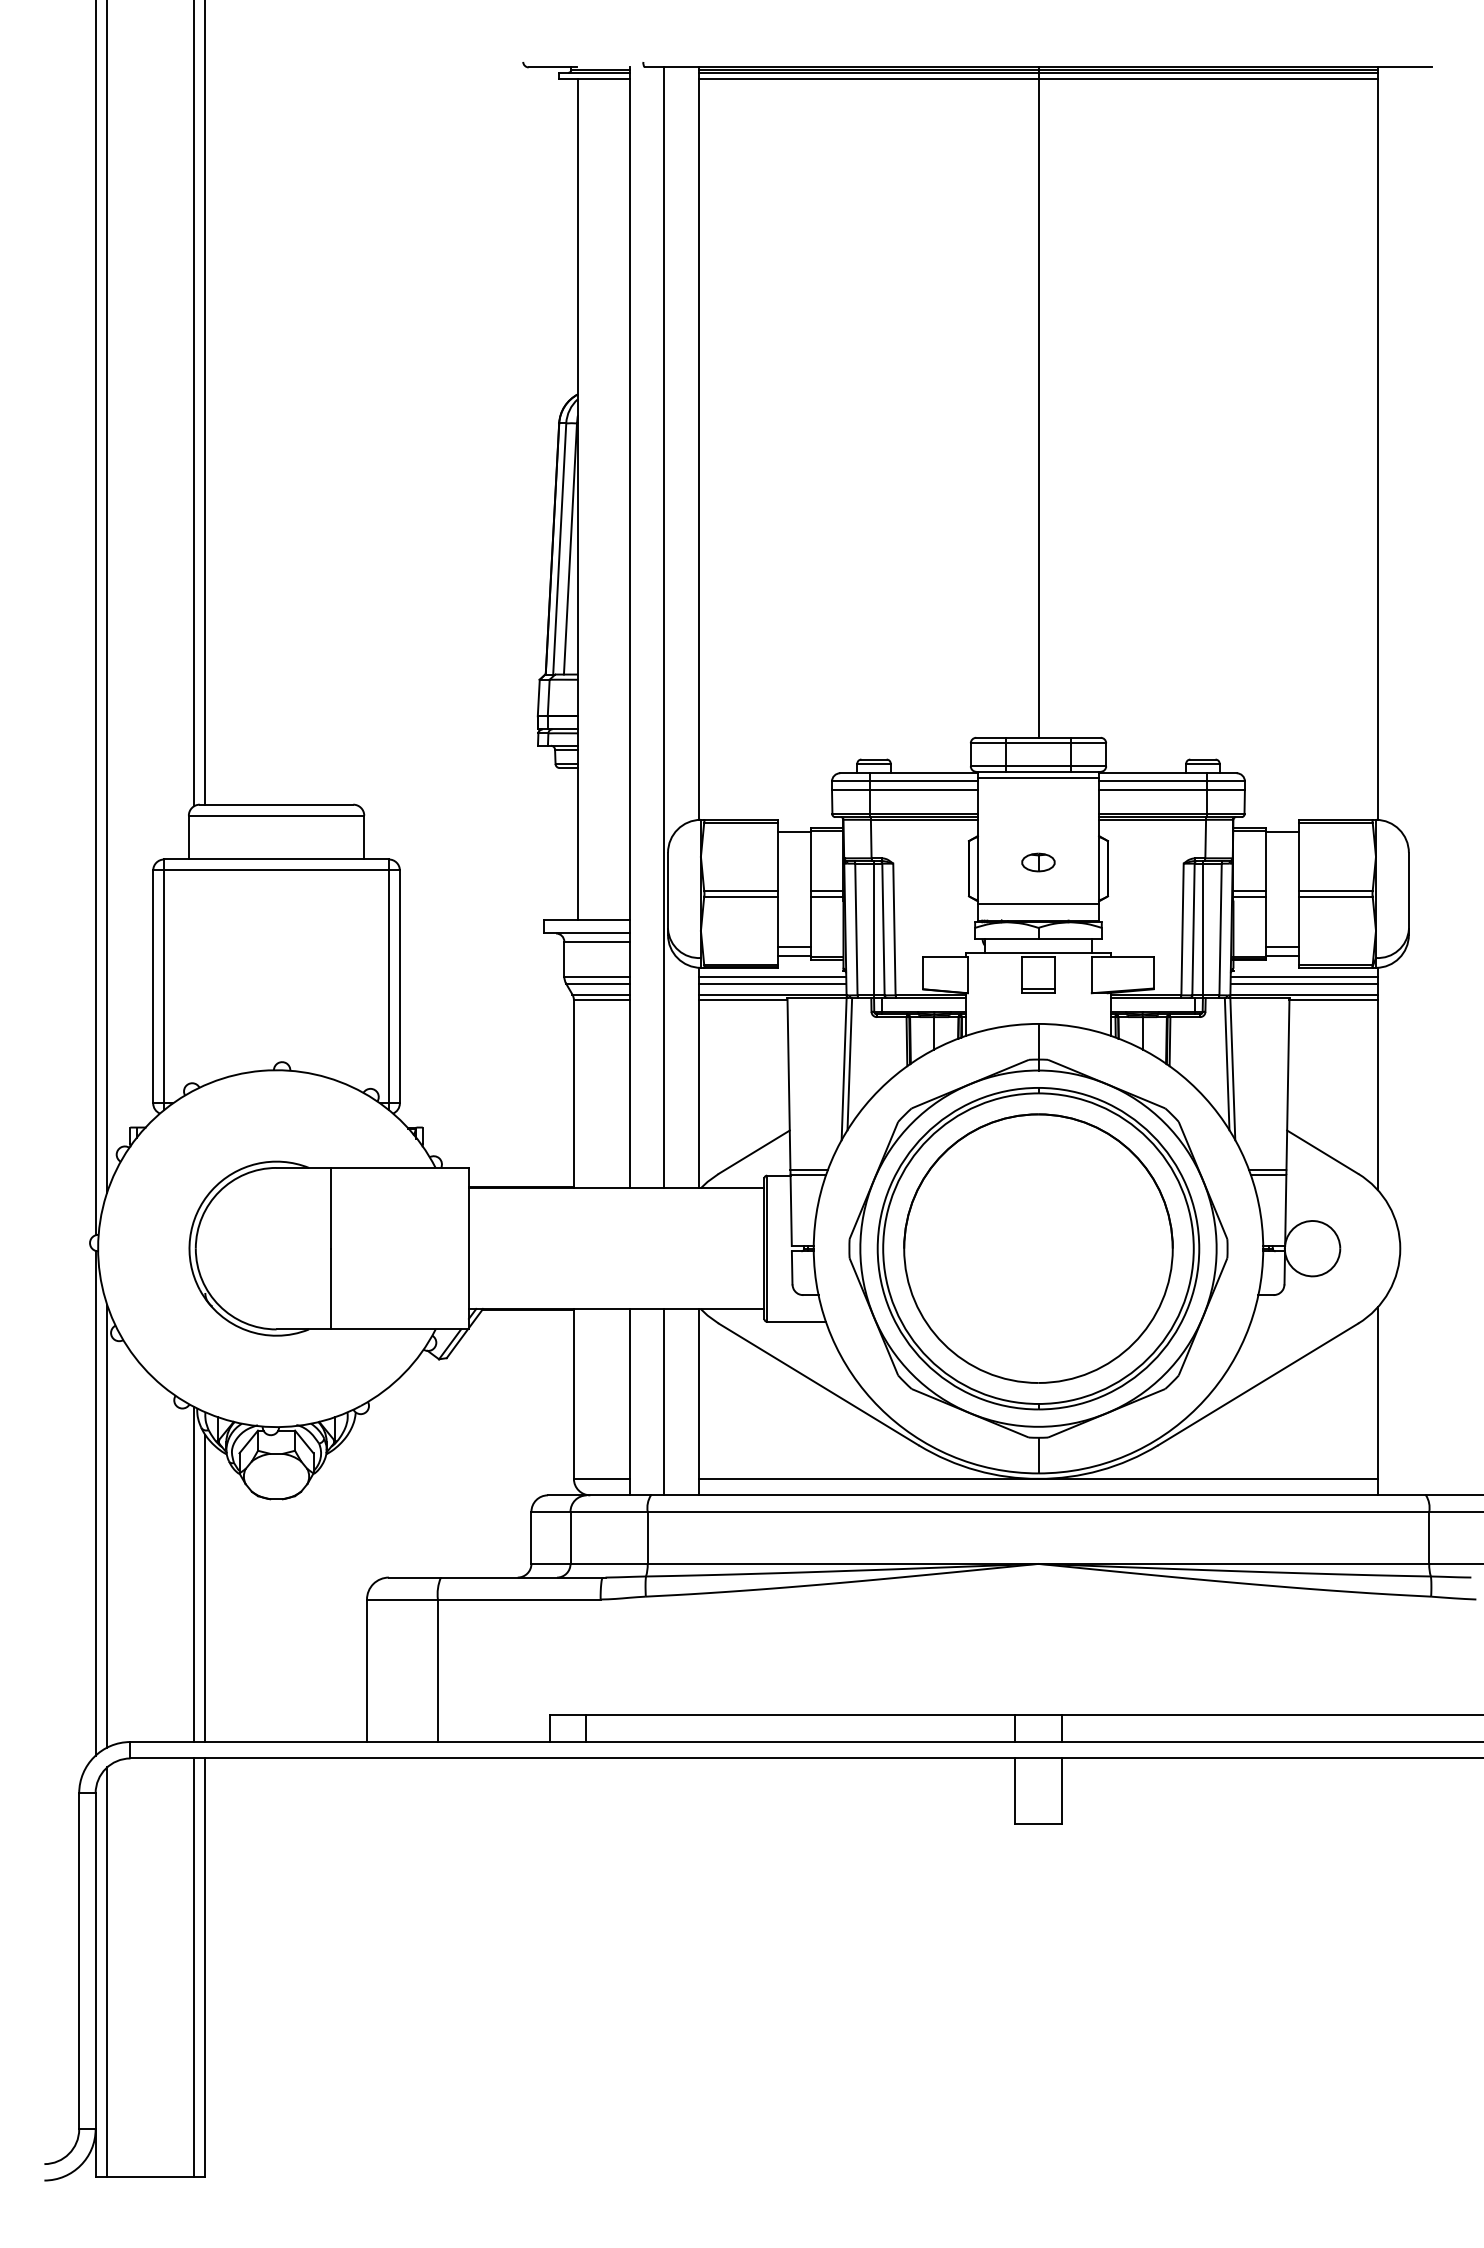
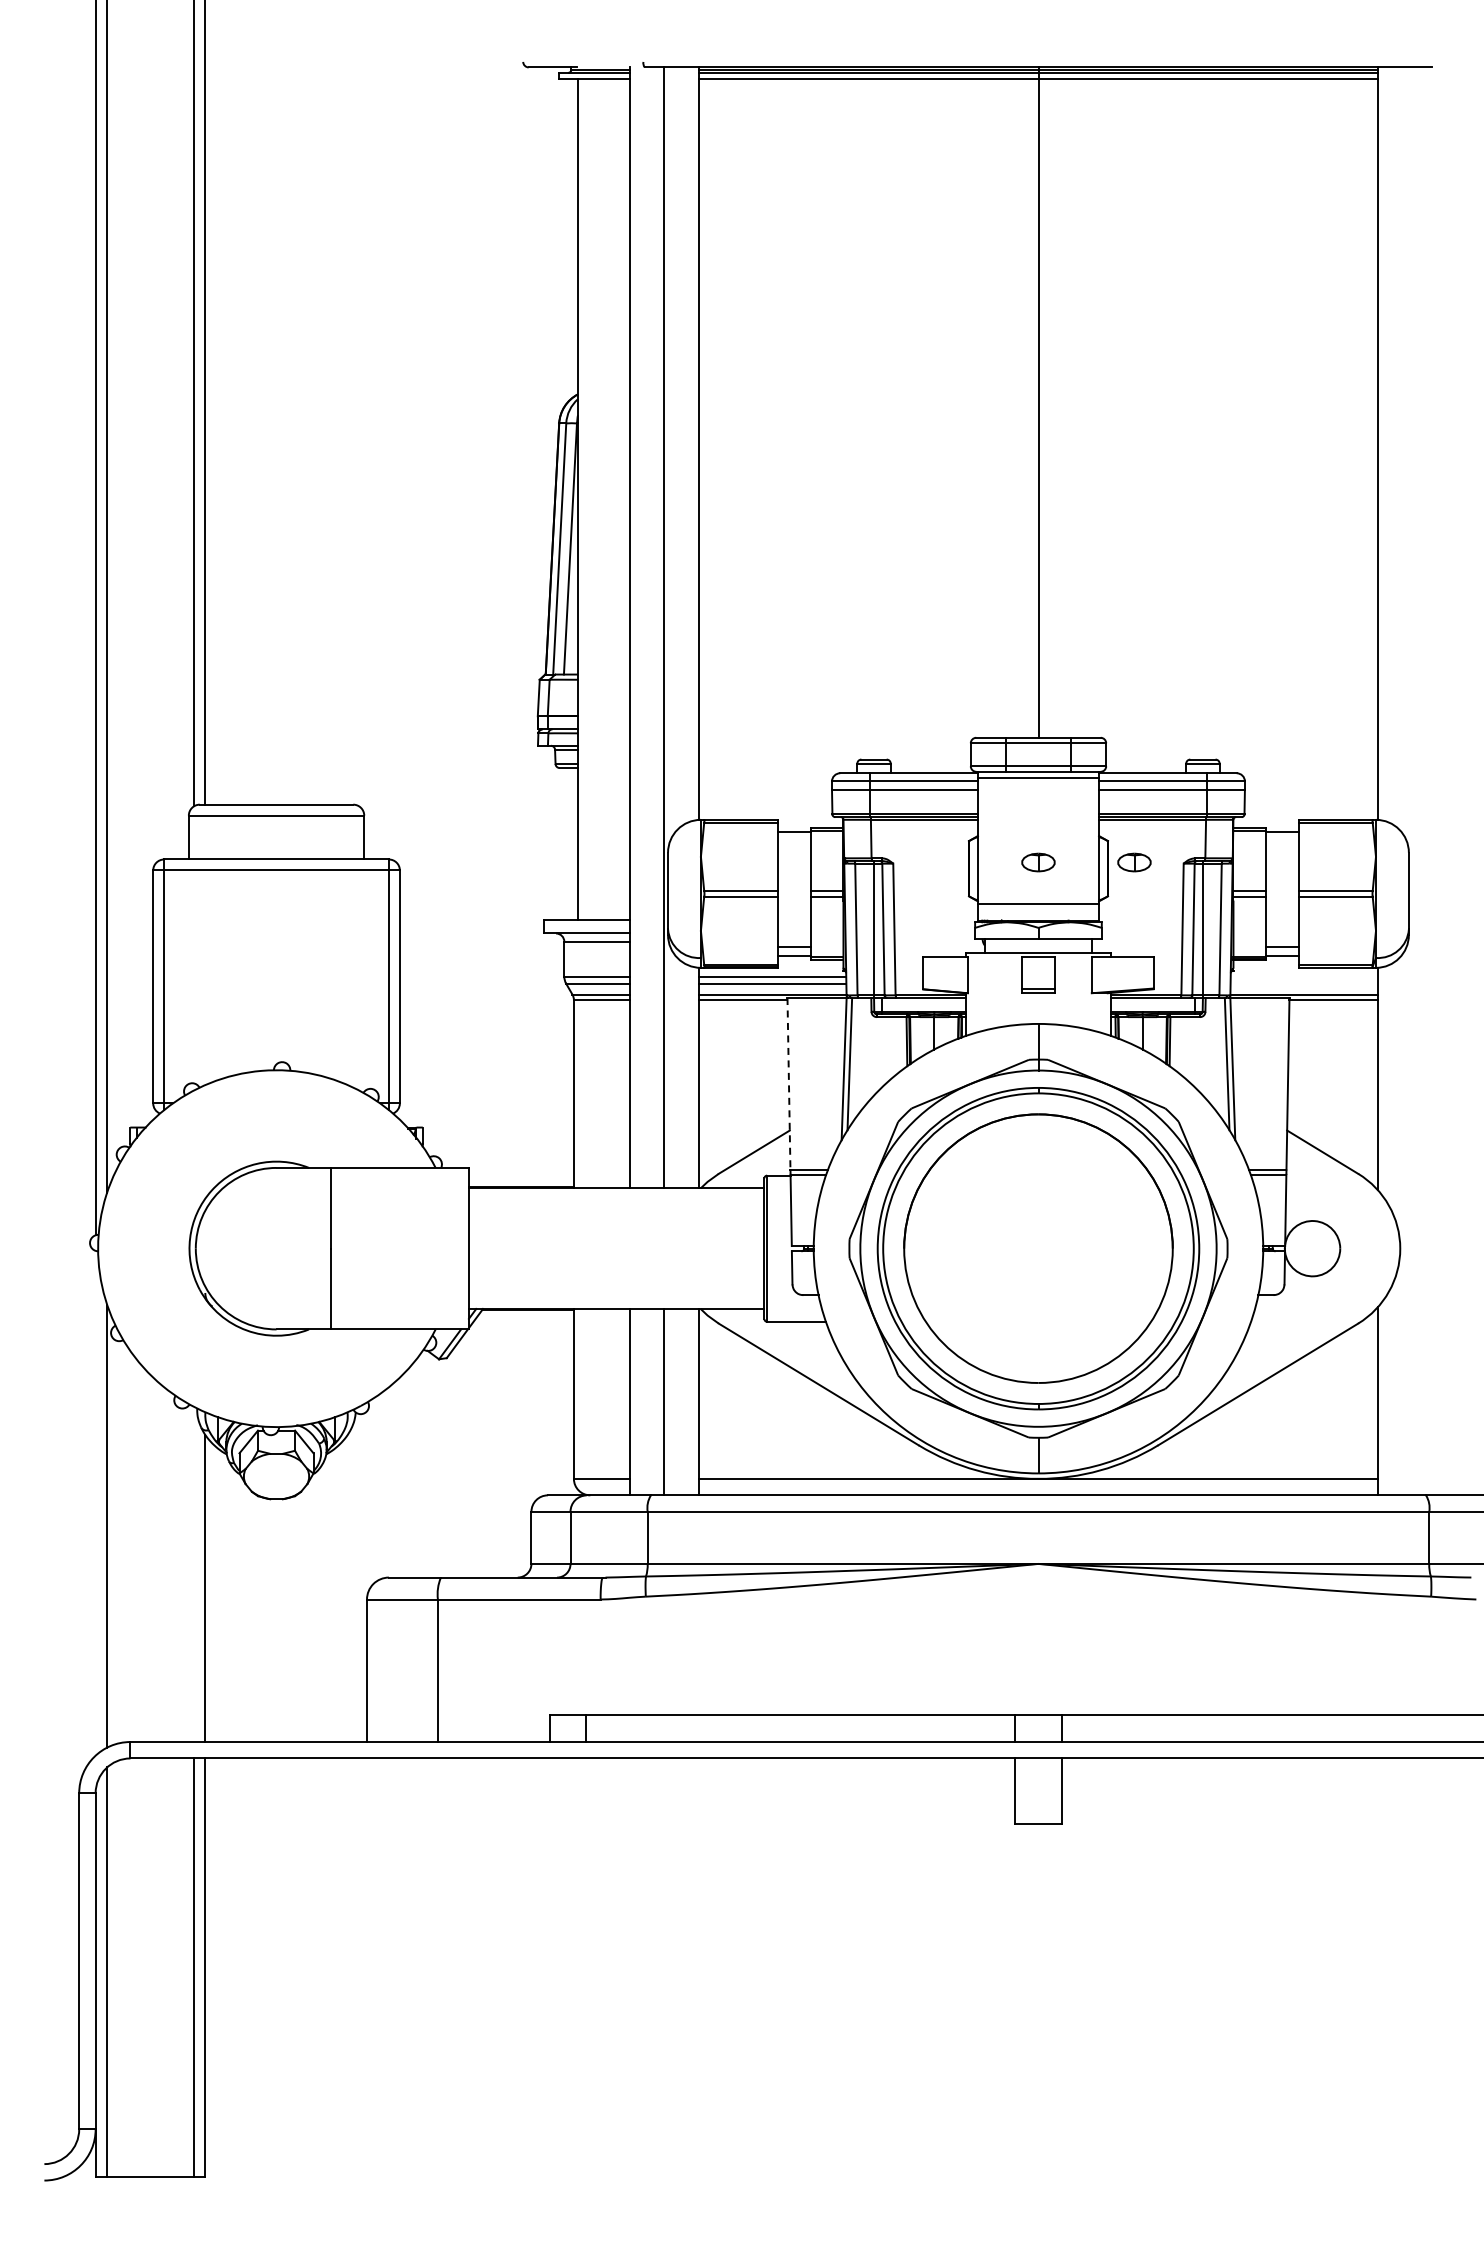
part at (1134, 862): none -> present
line at (1304, 976): present -> none
line at (1304, 983): present -> none
line at (788, 1083): solid -> dashed
line at (95, 1502): present -> none
line at (193, 1574): present -> none
